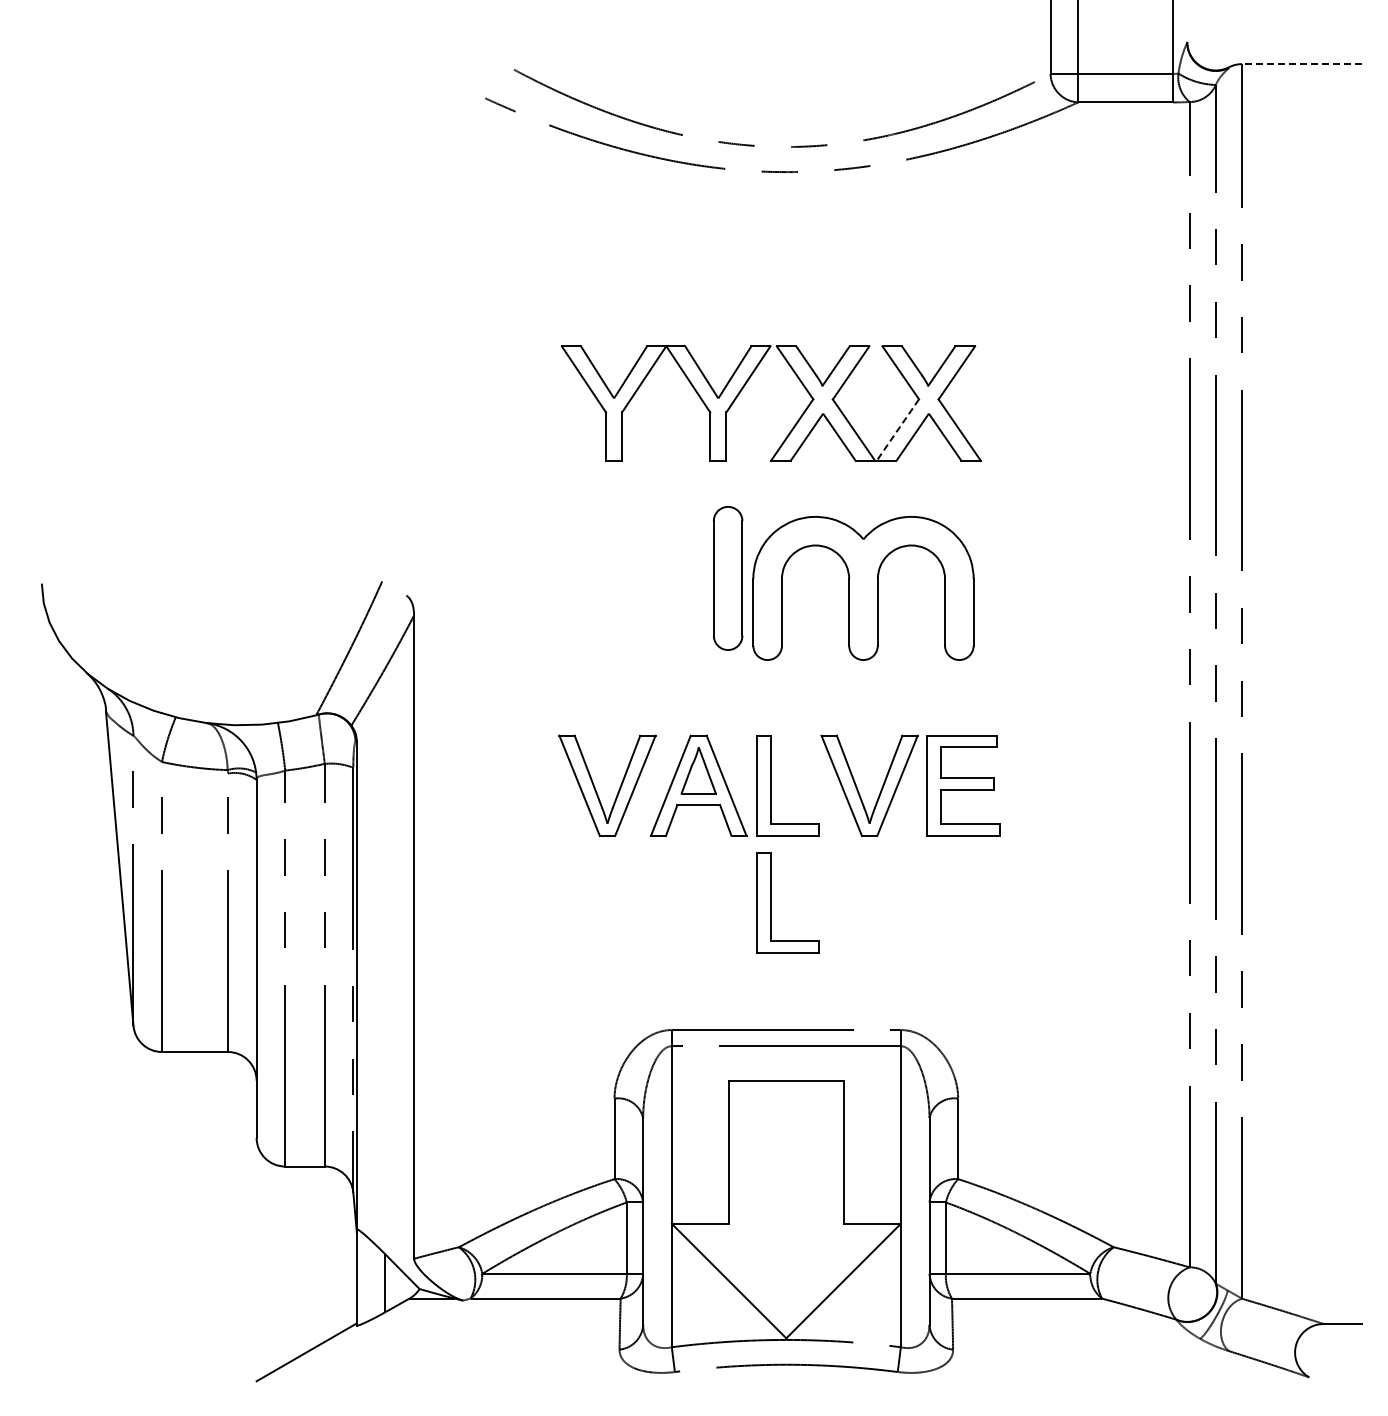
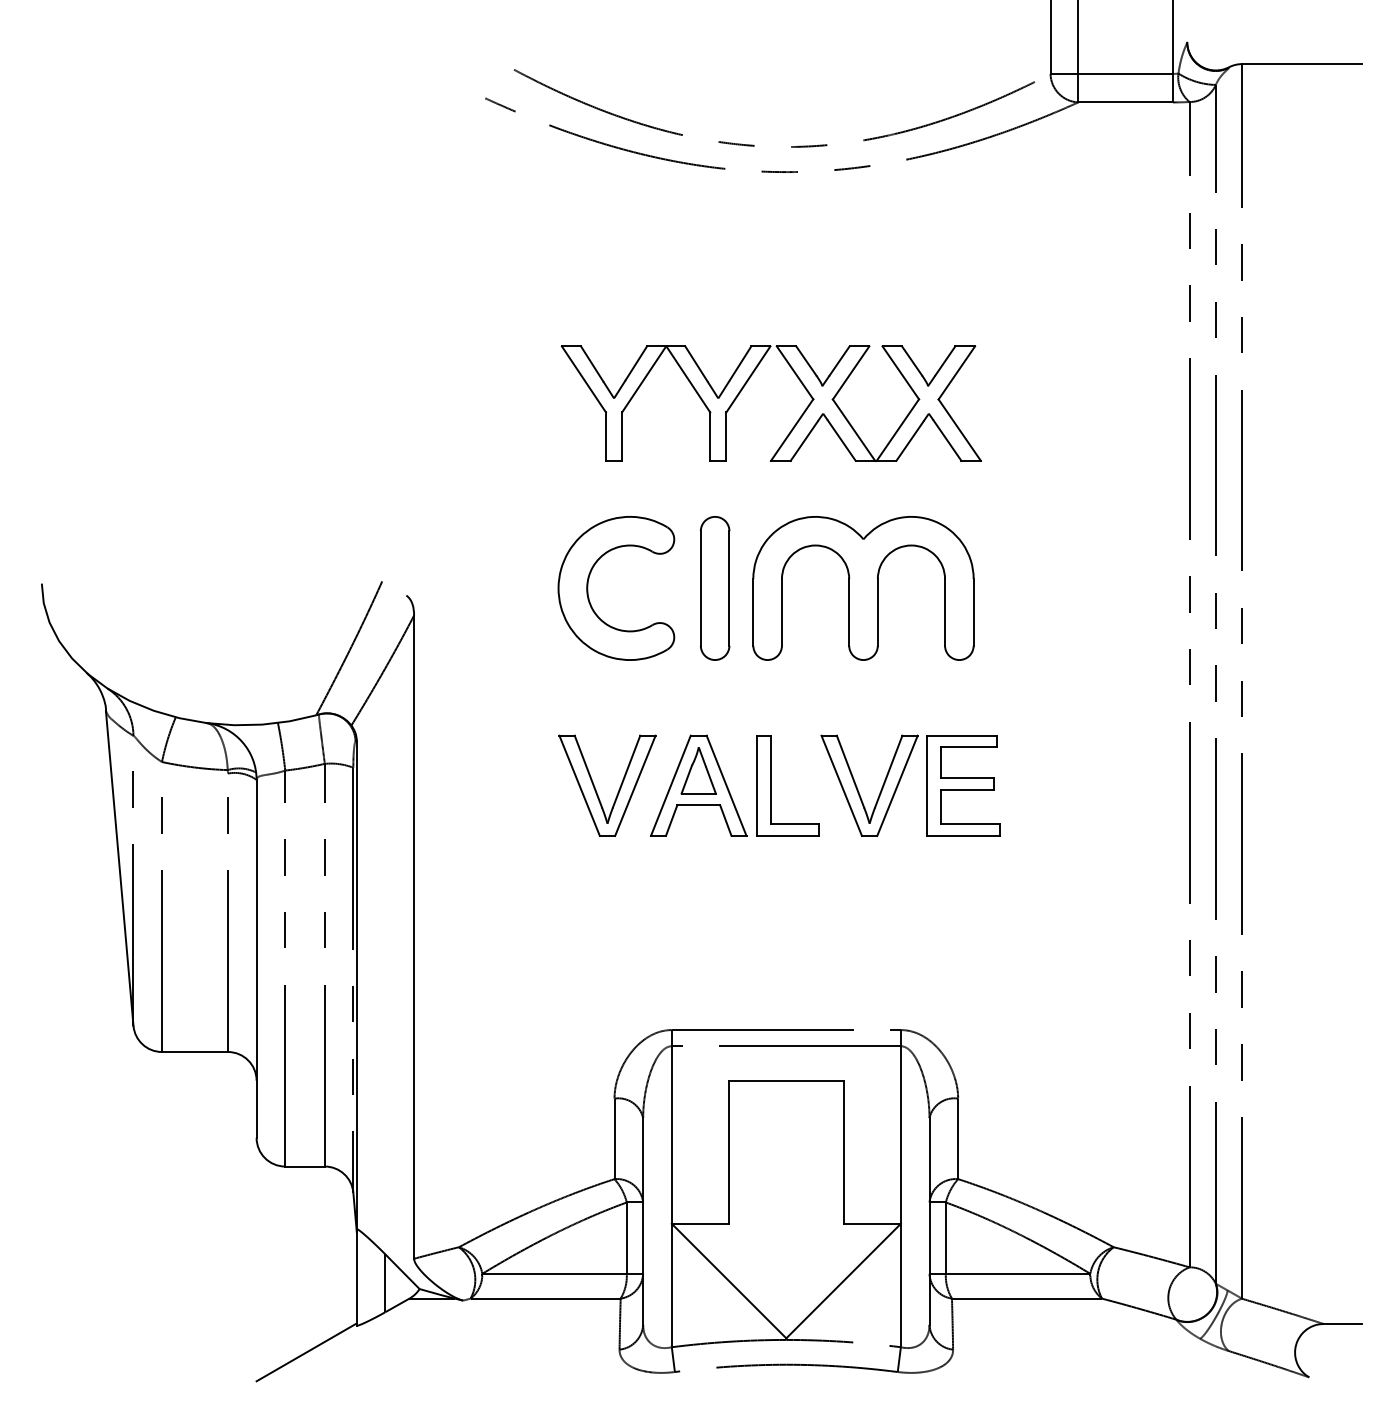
line at (1301, 64): dashed -> solid
line at (897, 430): dashed -> solid
part at (728, 578) position: (728, 578) -> (715, 588)
part at (588, 588): none -> present
part at (771, 902): present -> none
